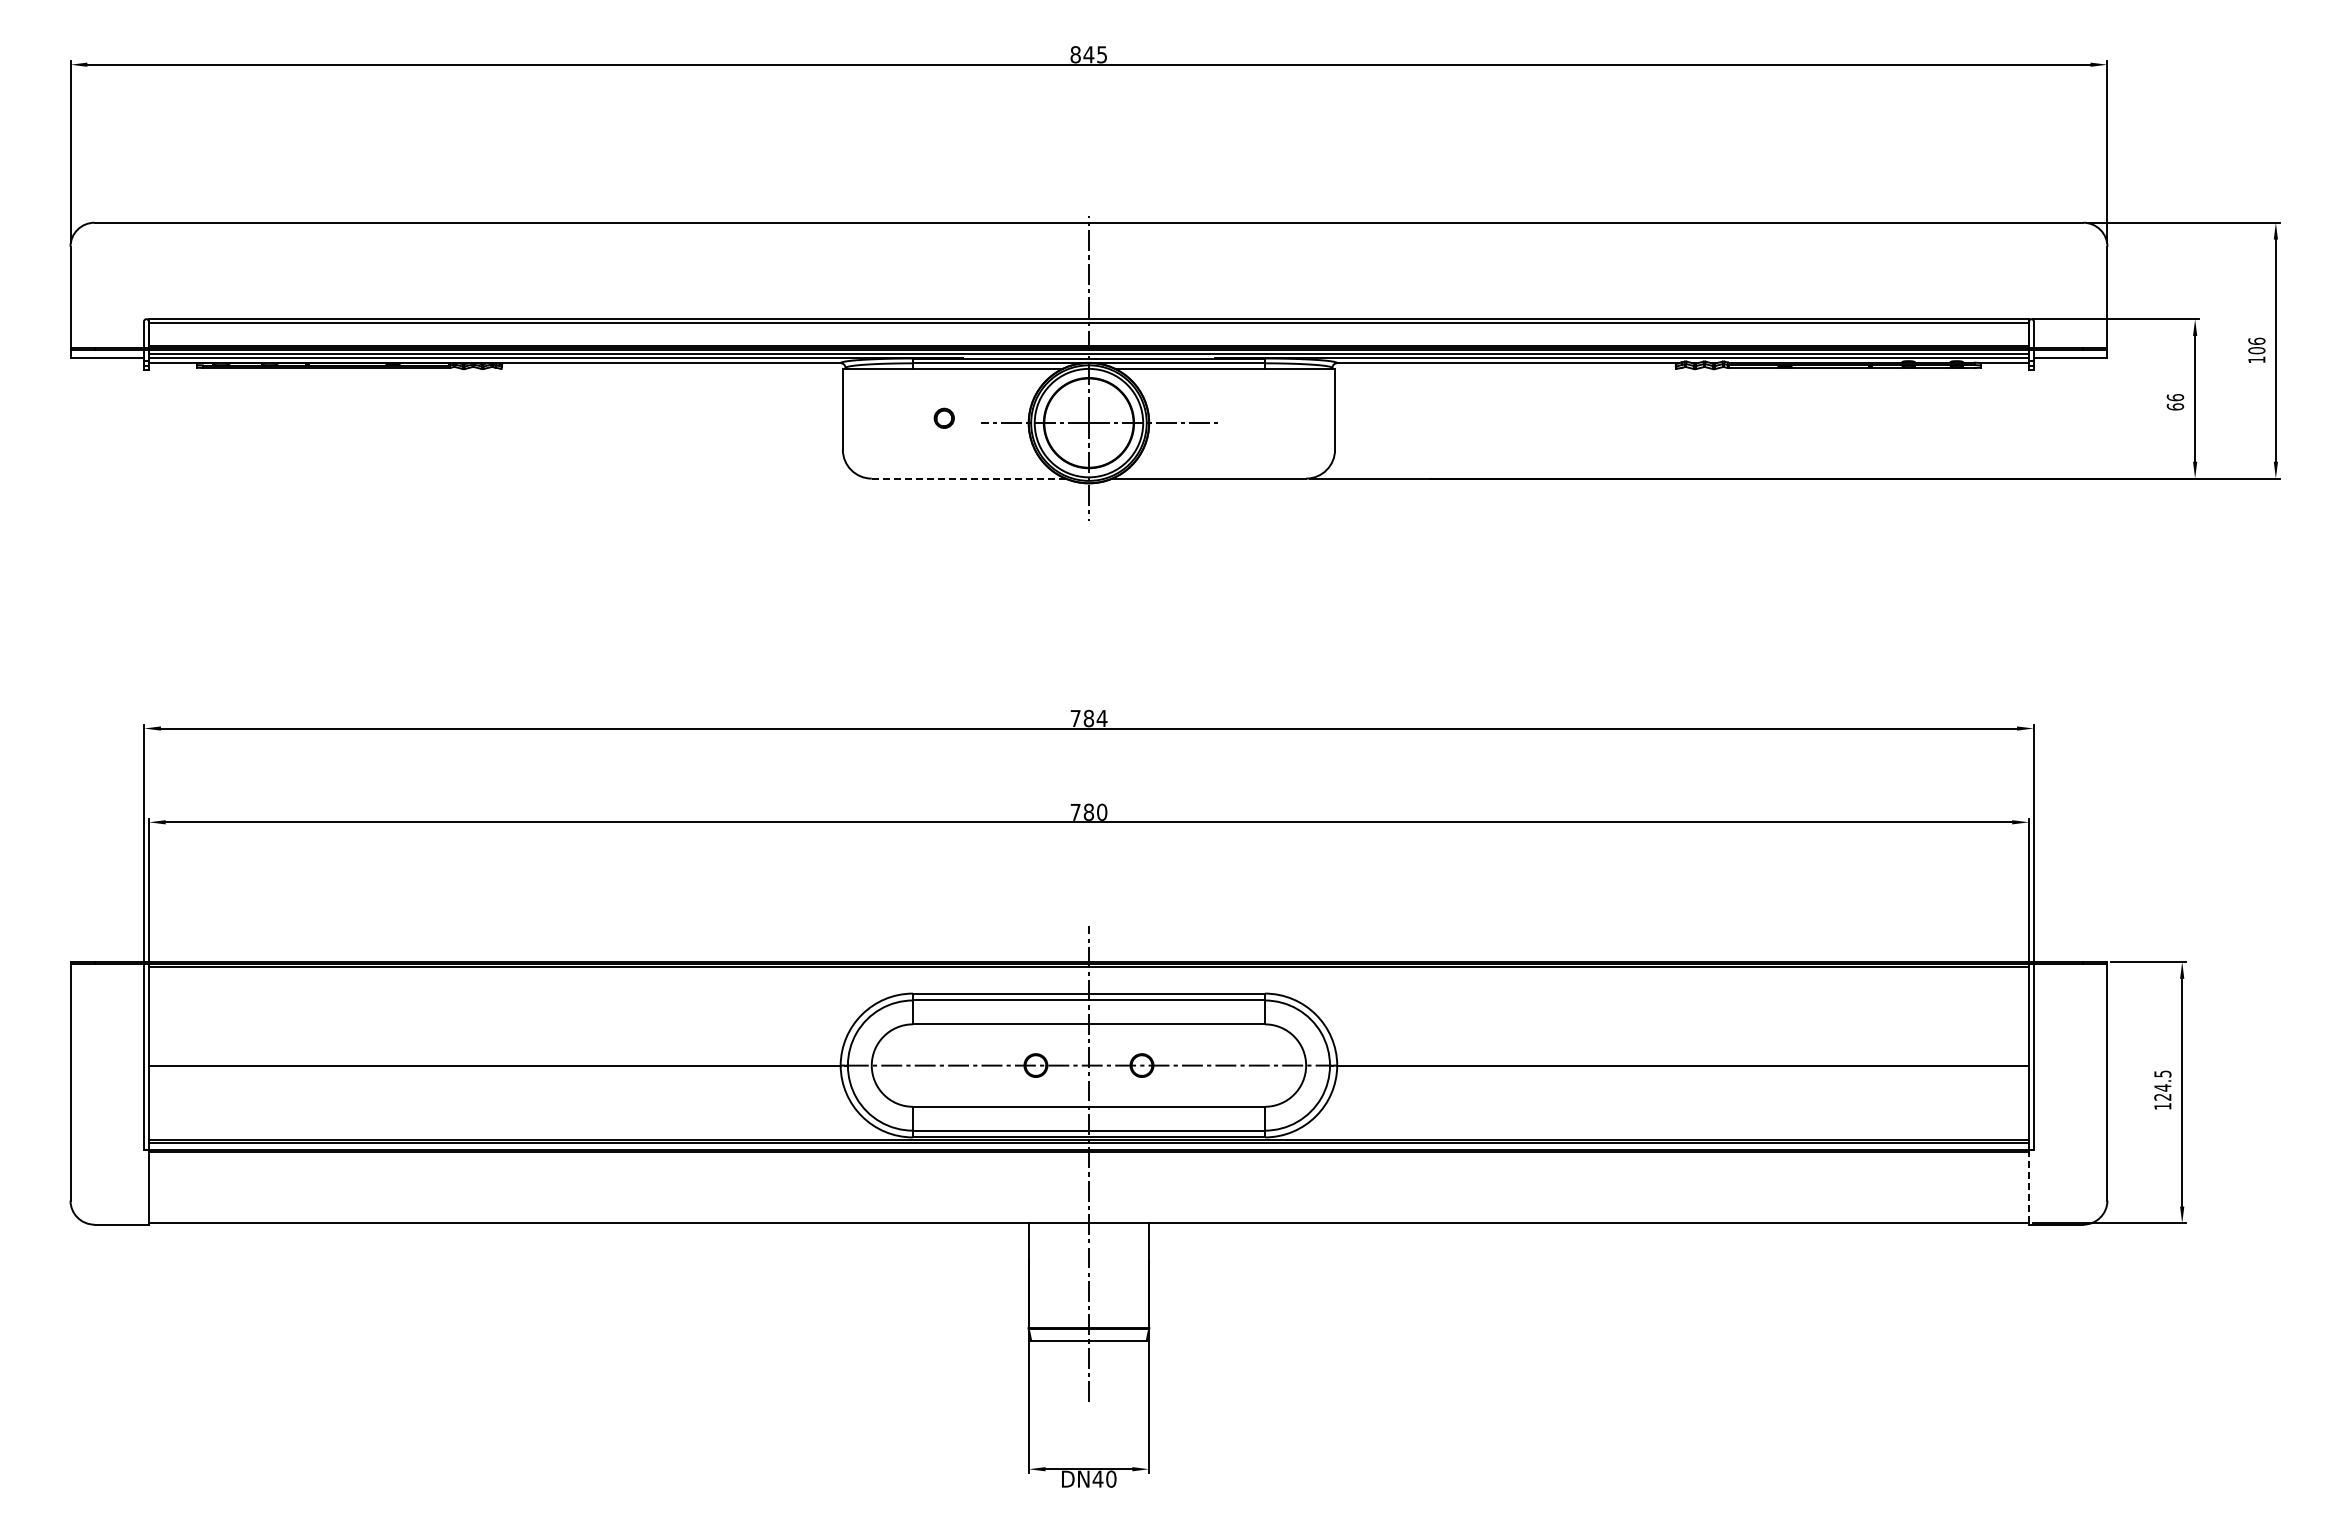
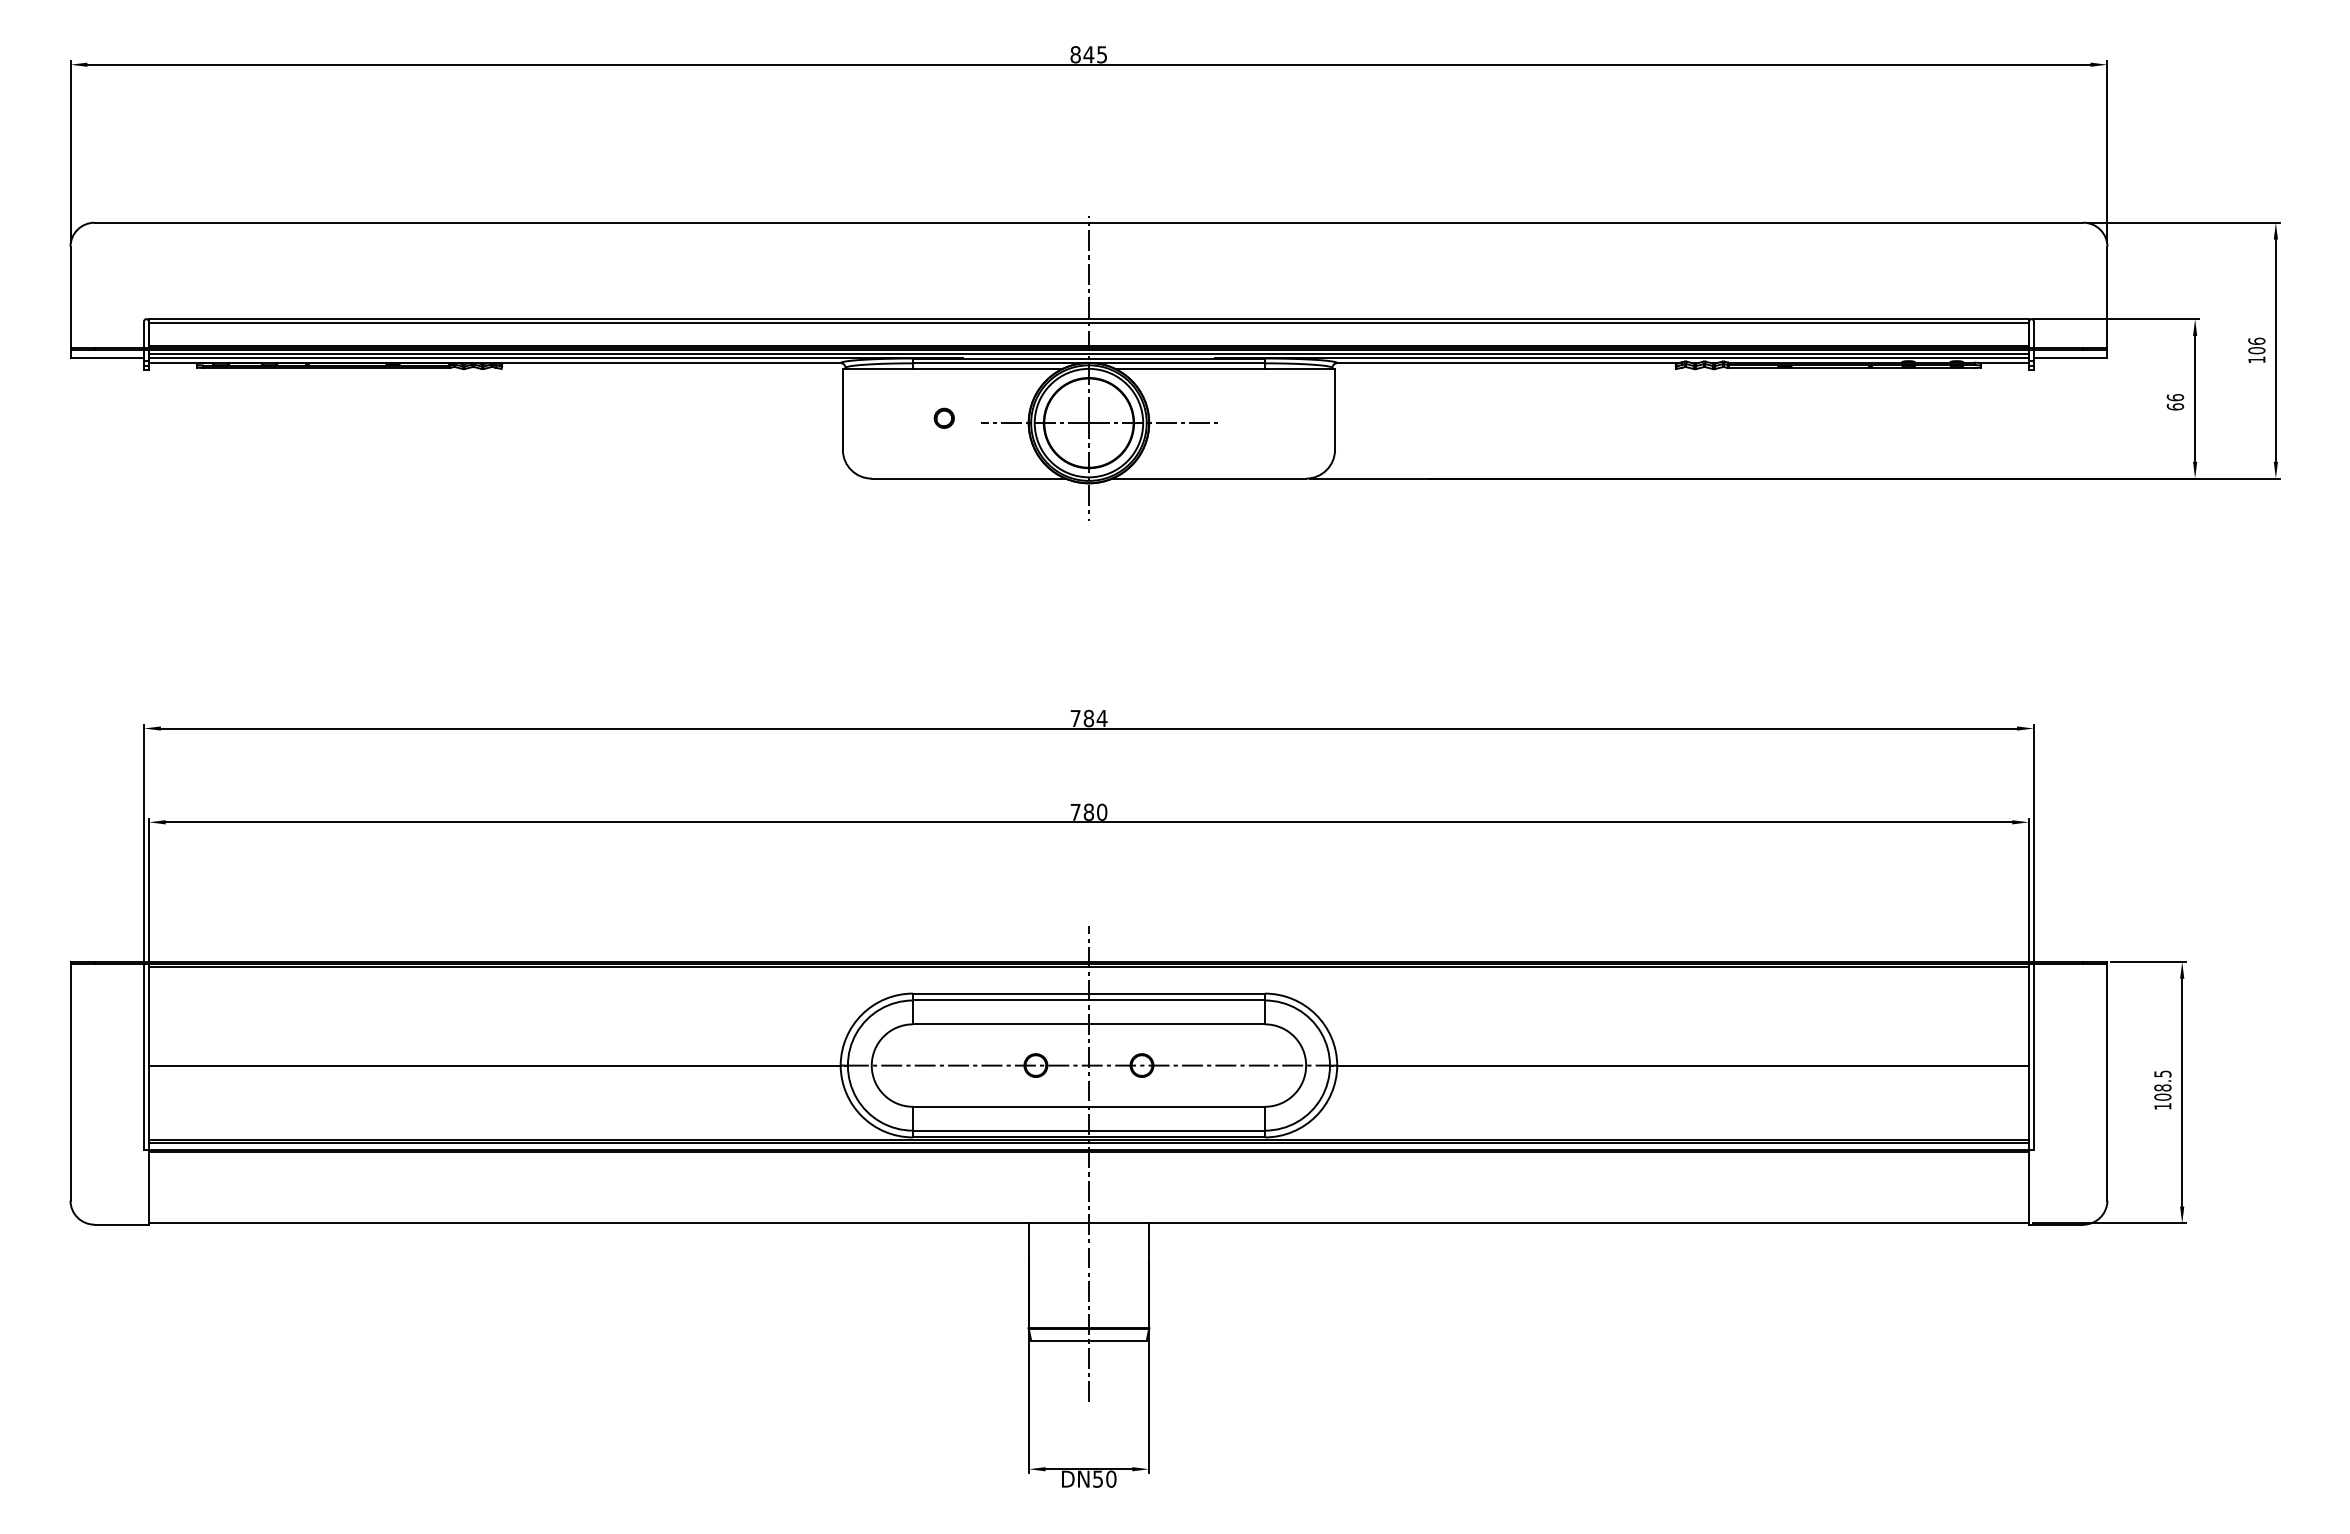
line at (968, 478): dashed -> solid
text at (2162, 1092): 124.5 -> 108.5
line at (2029, 1187): dashed -> solid
text at (1097, 1478): DN40 -> DN50
